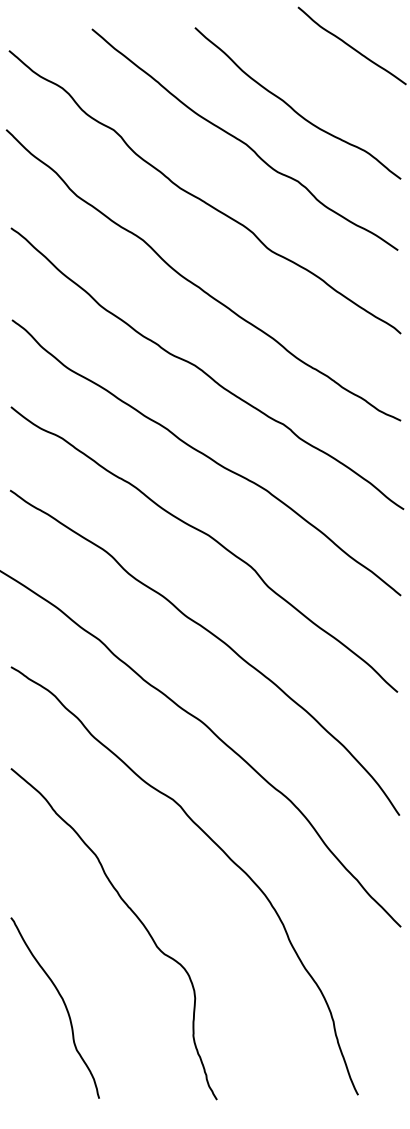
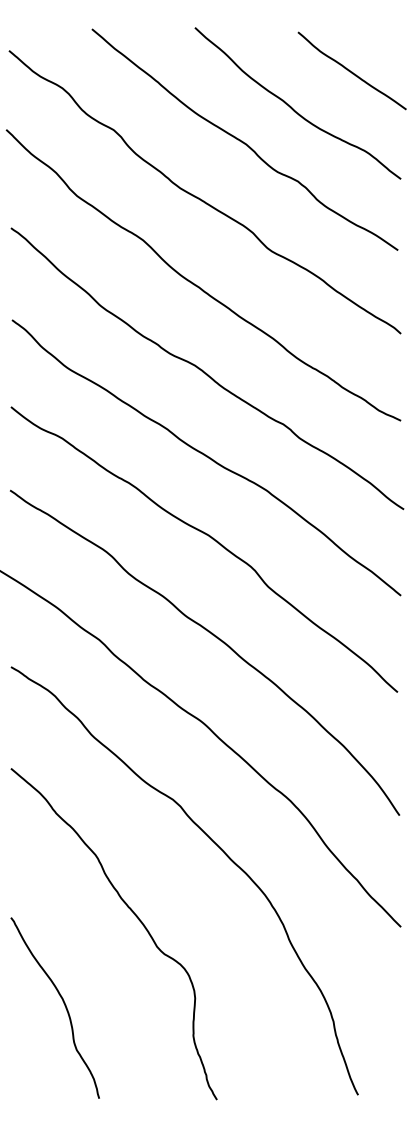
curve at (350, 45) position: (350, 45) -> (350, 70)
